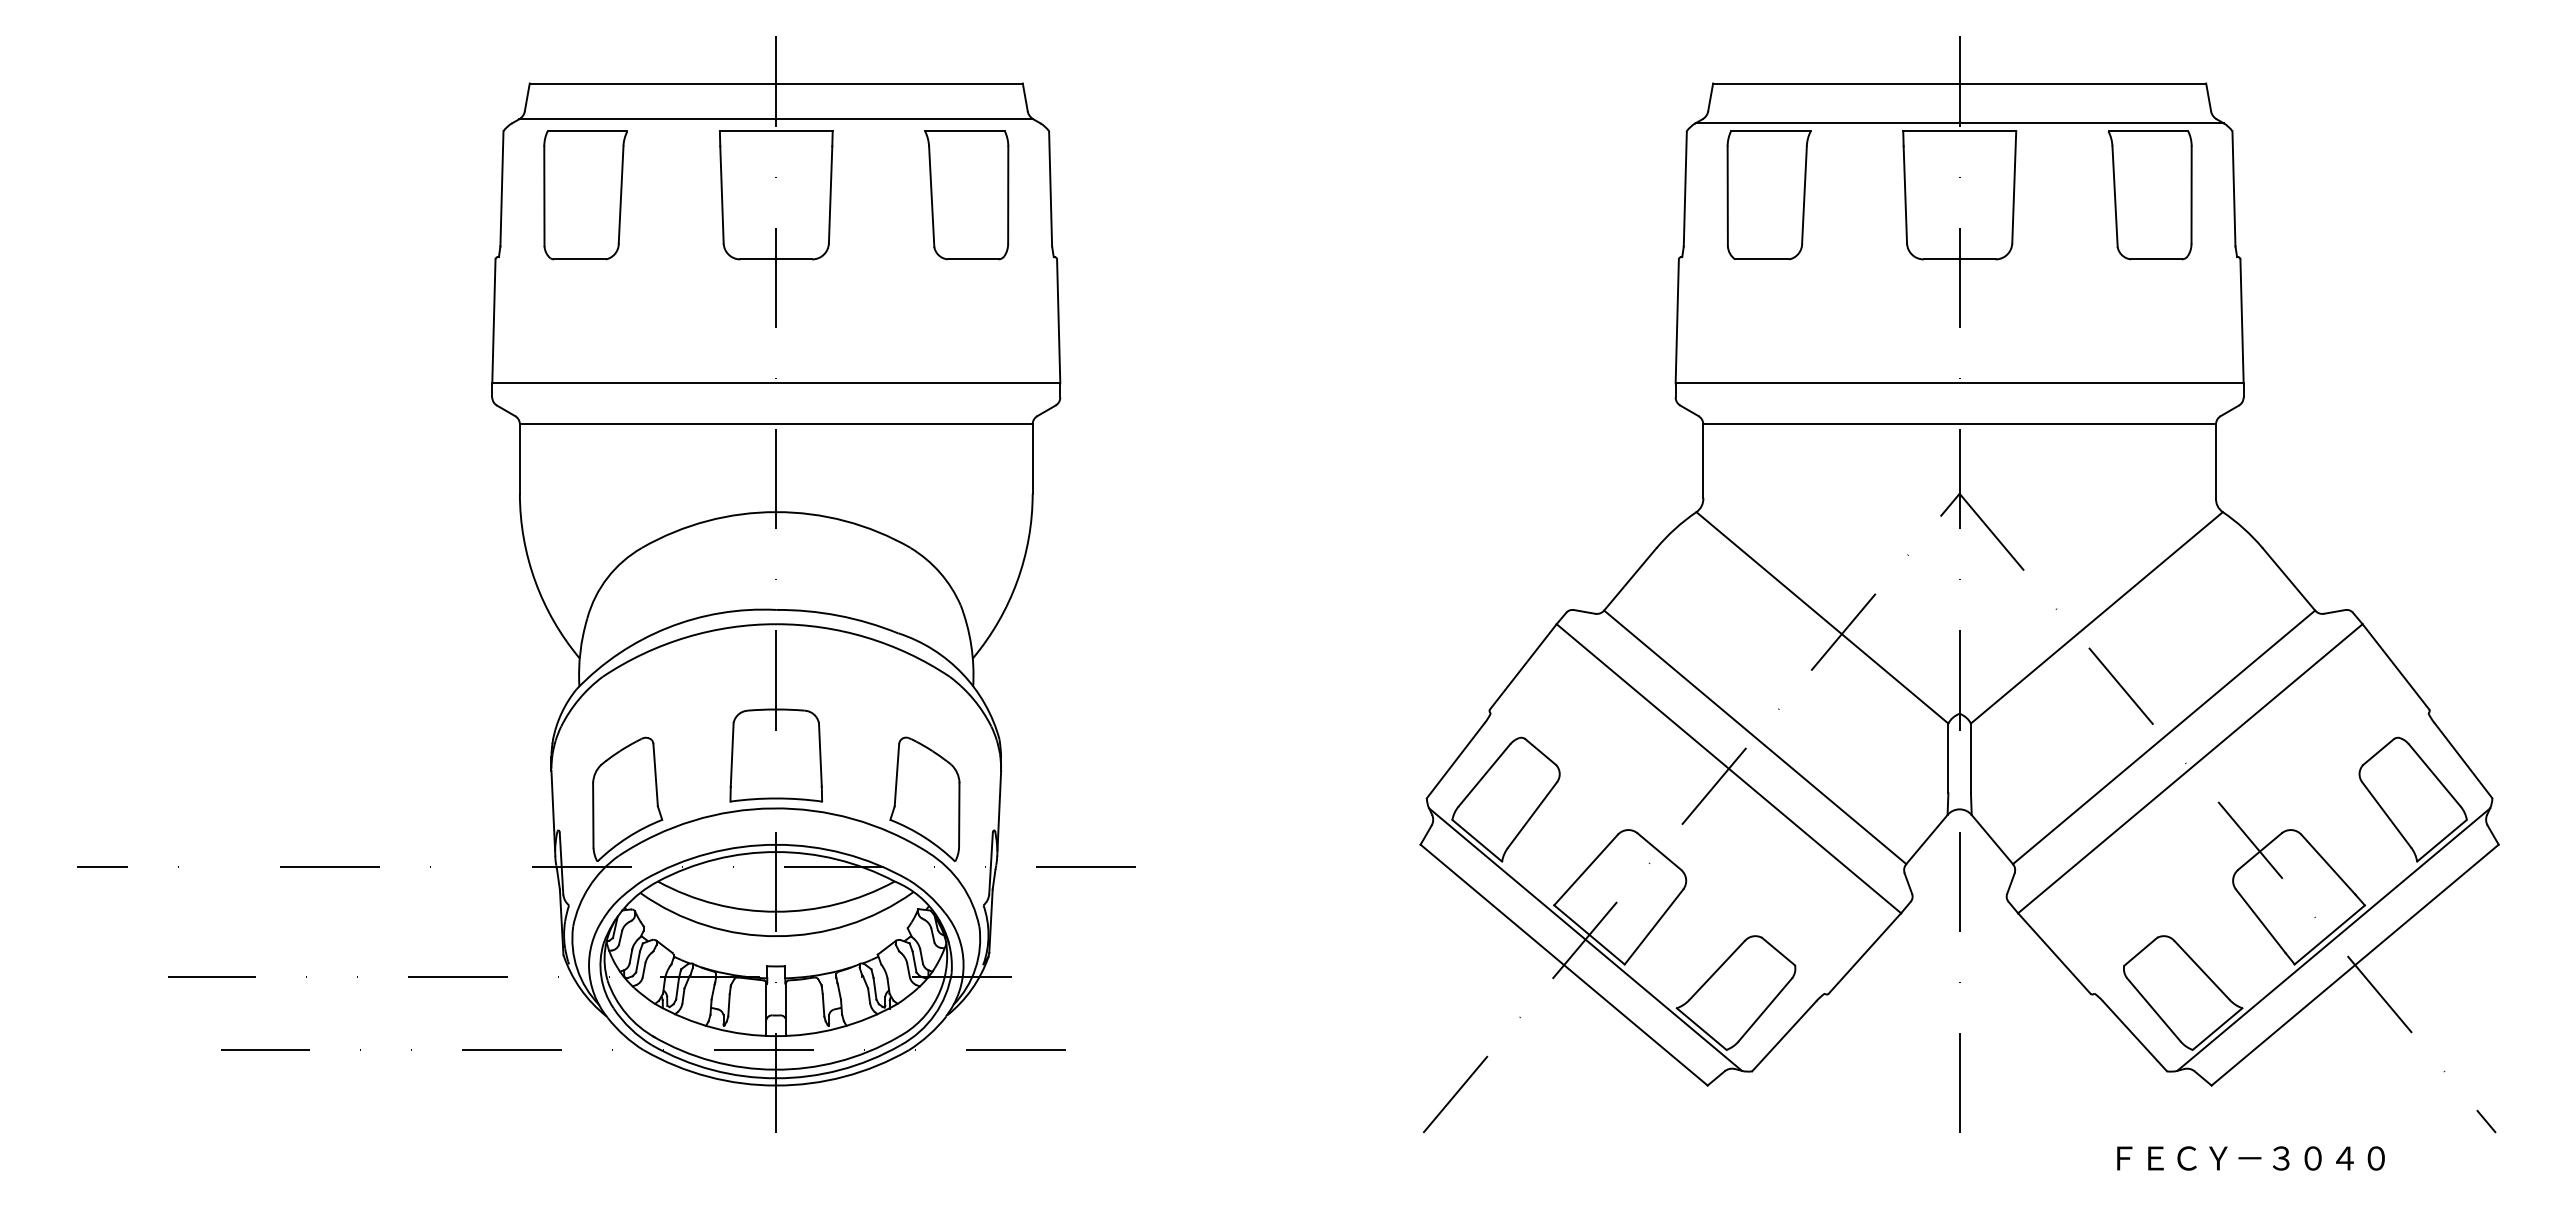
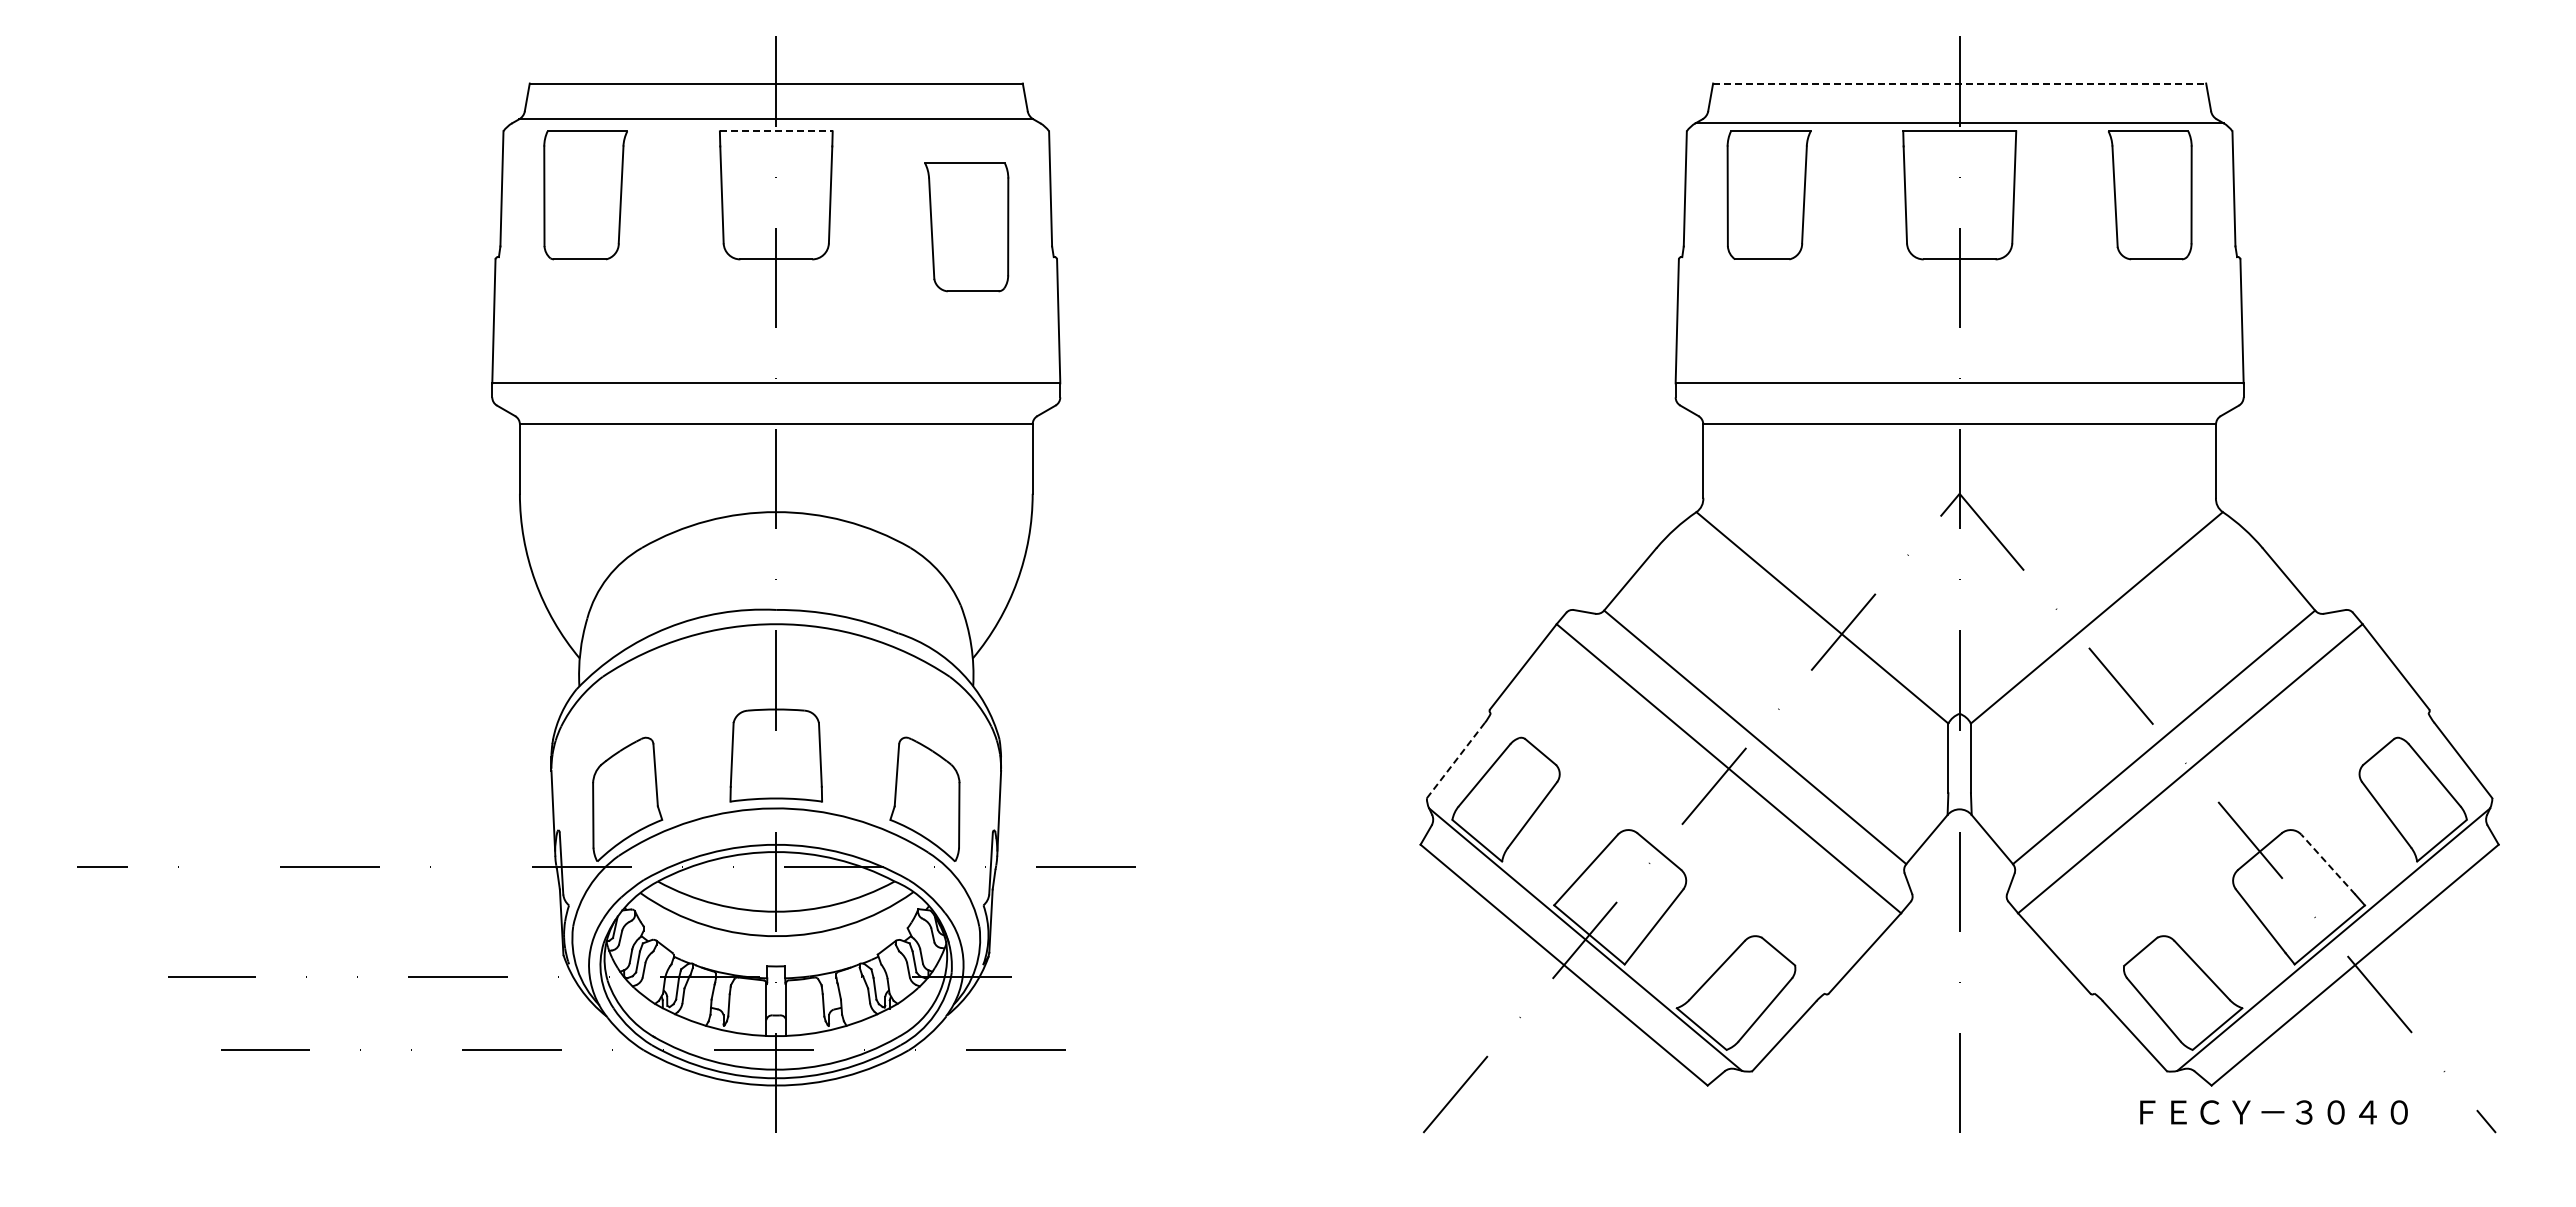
line at (1959, 83): solid -> dashed
line at (776, 131): solid -> dashed
part at (966, 195) position: (966, 195) -> (966, 227)
line at (1455, 761): solid -> dashed
line at (2328, 864): solid -> dashed
text at (2250, 1158) position: (2250, 1158) -> (2273, 1112)
